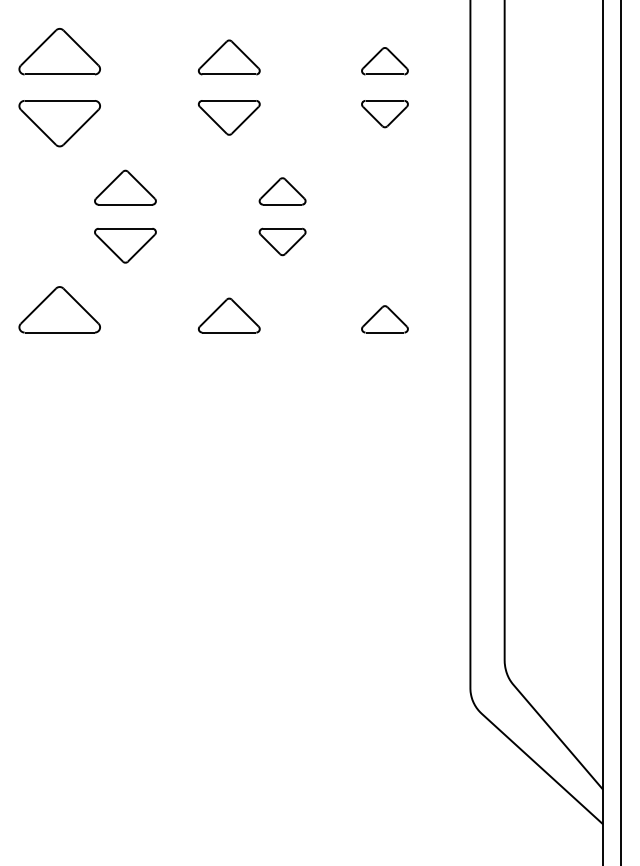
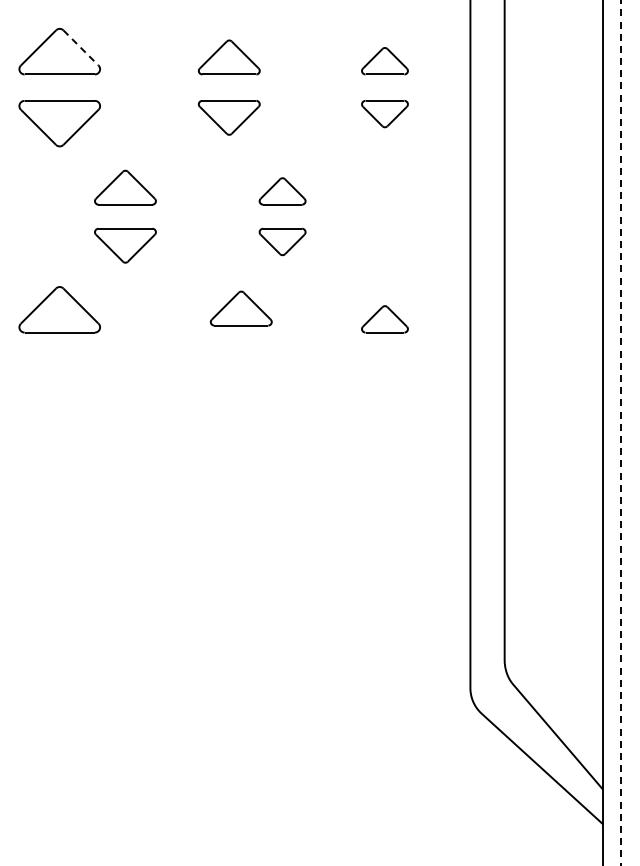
line at (81, 47): solid -> dashed
part at (229, 315) position: (229, 315) -> (241, 308)
line at (620, 432): solid -> dashed
